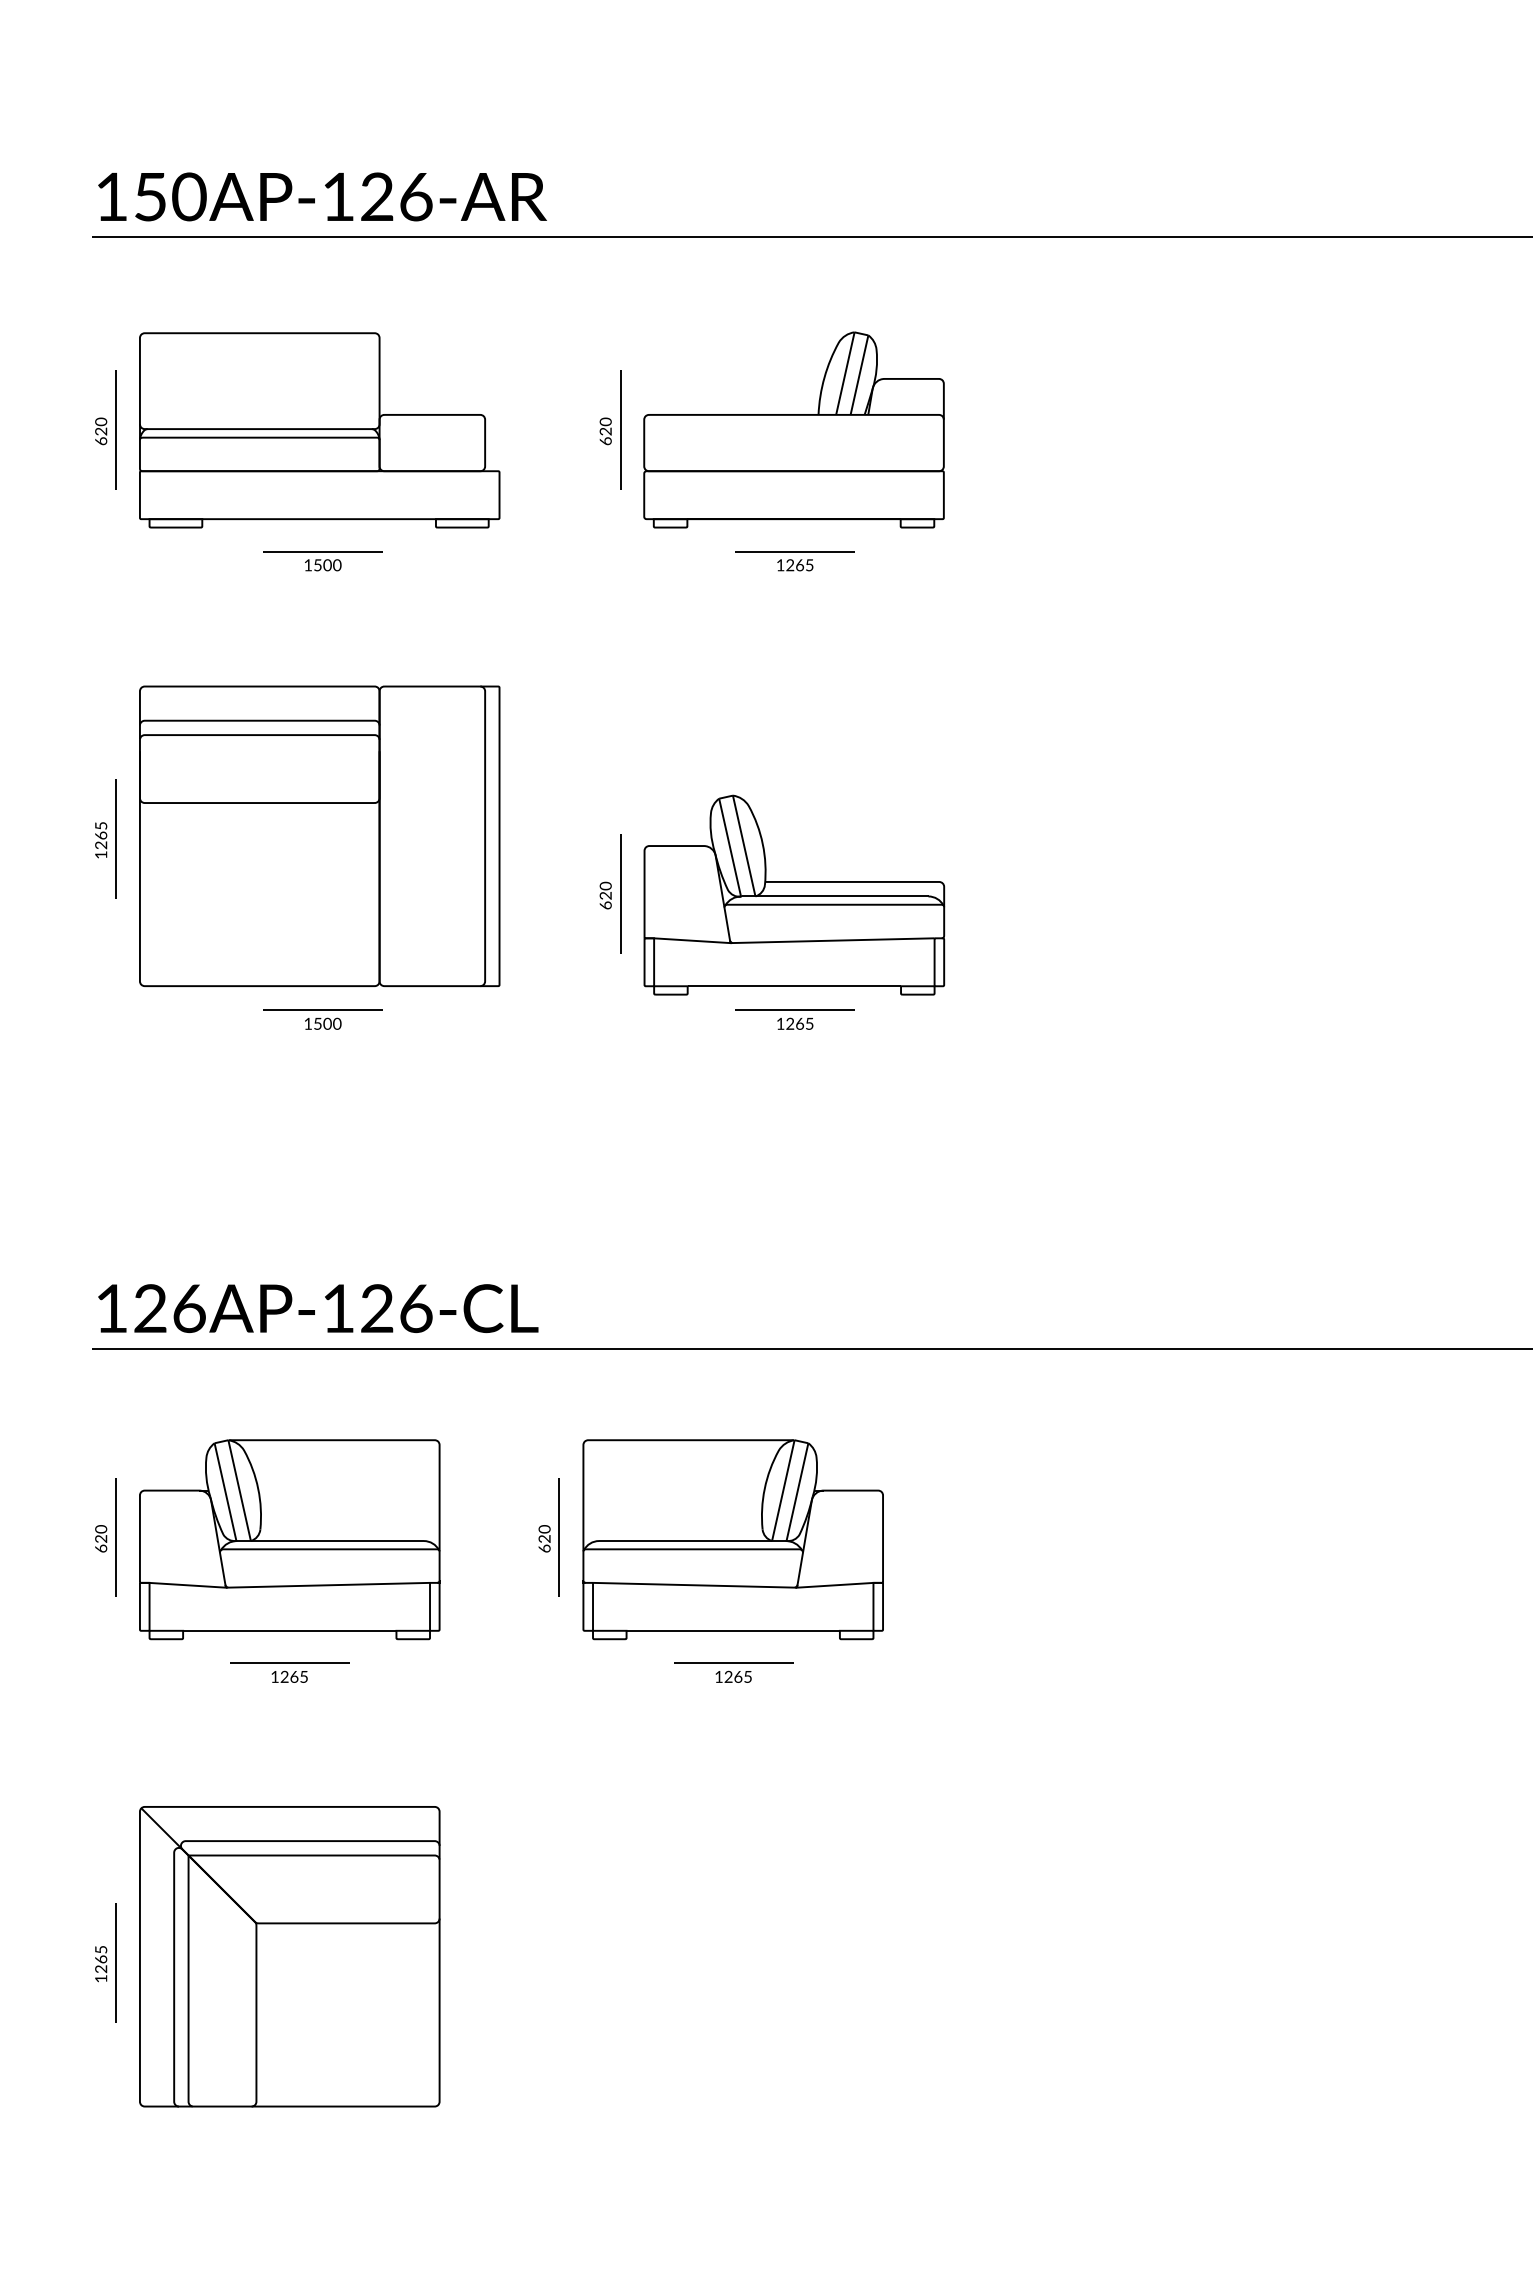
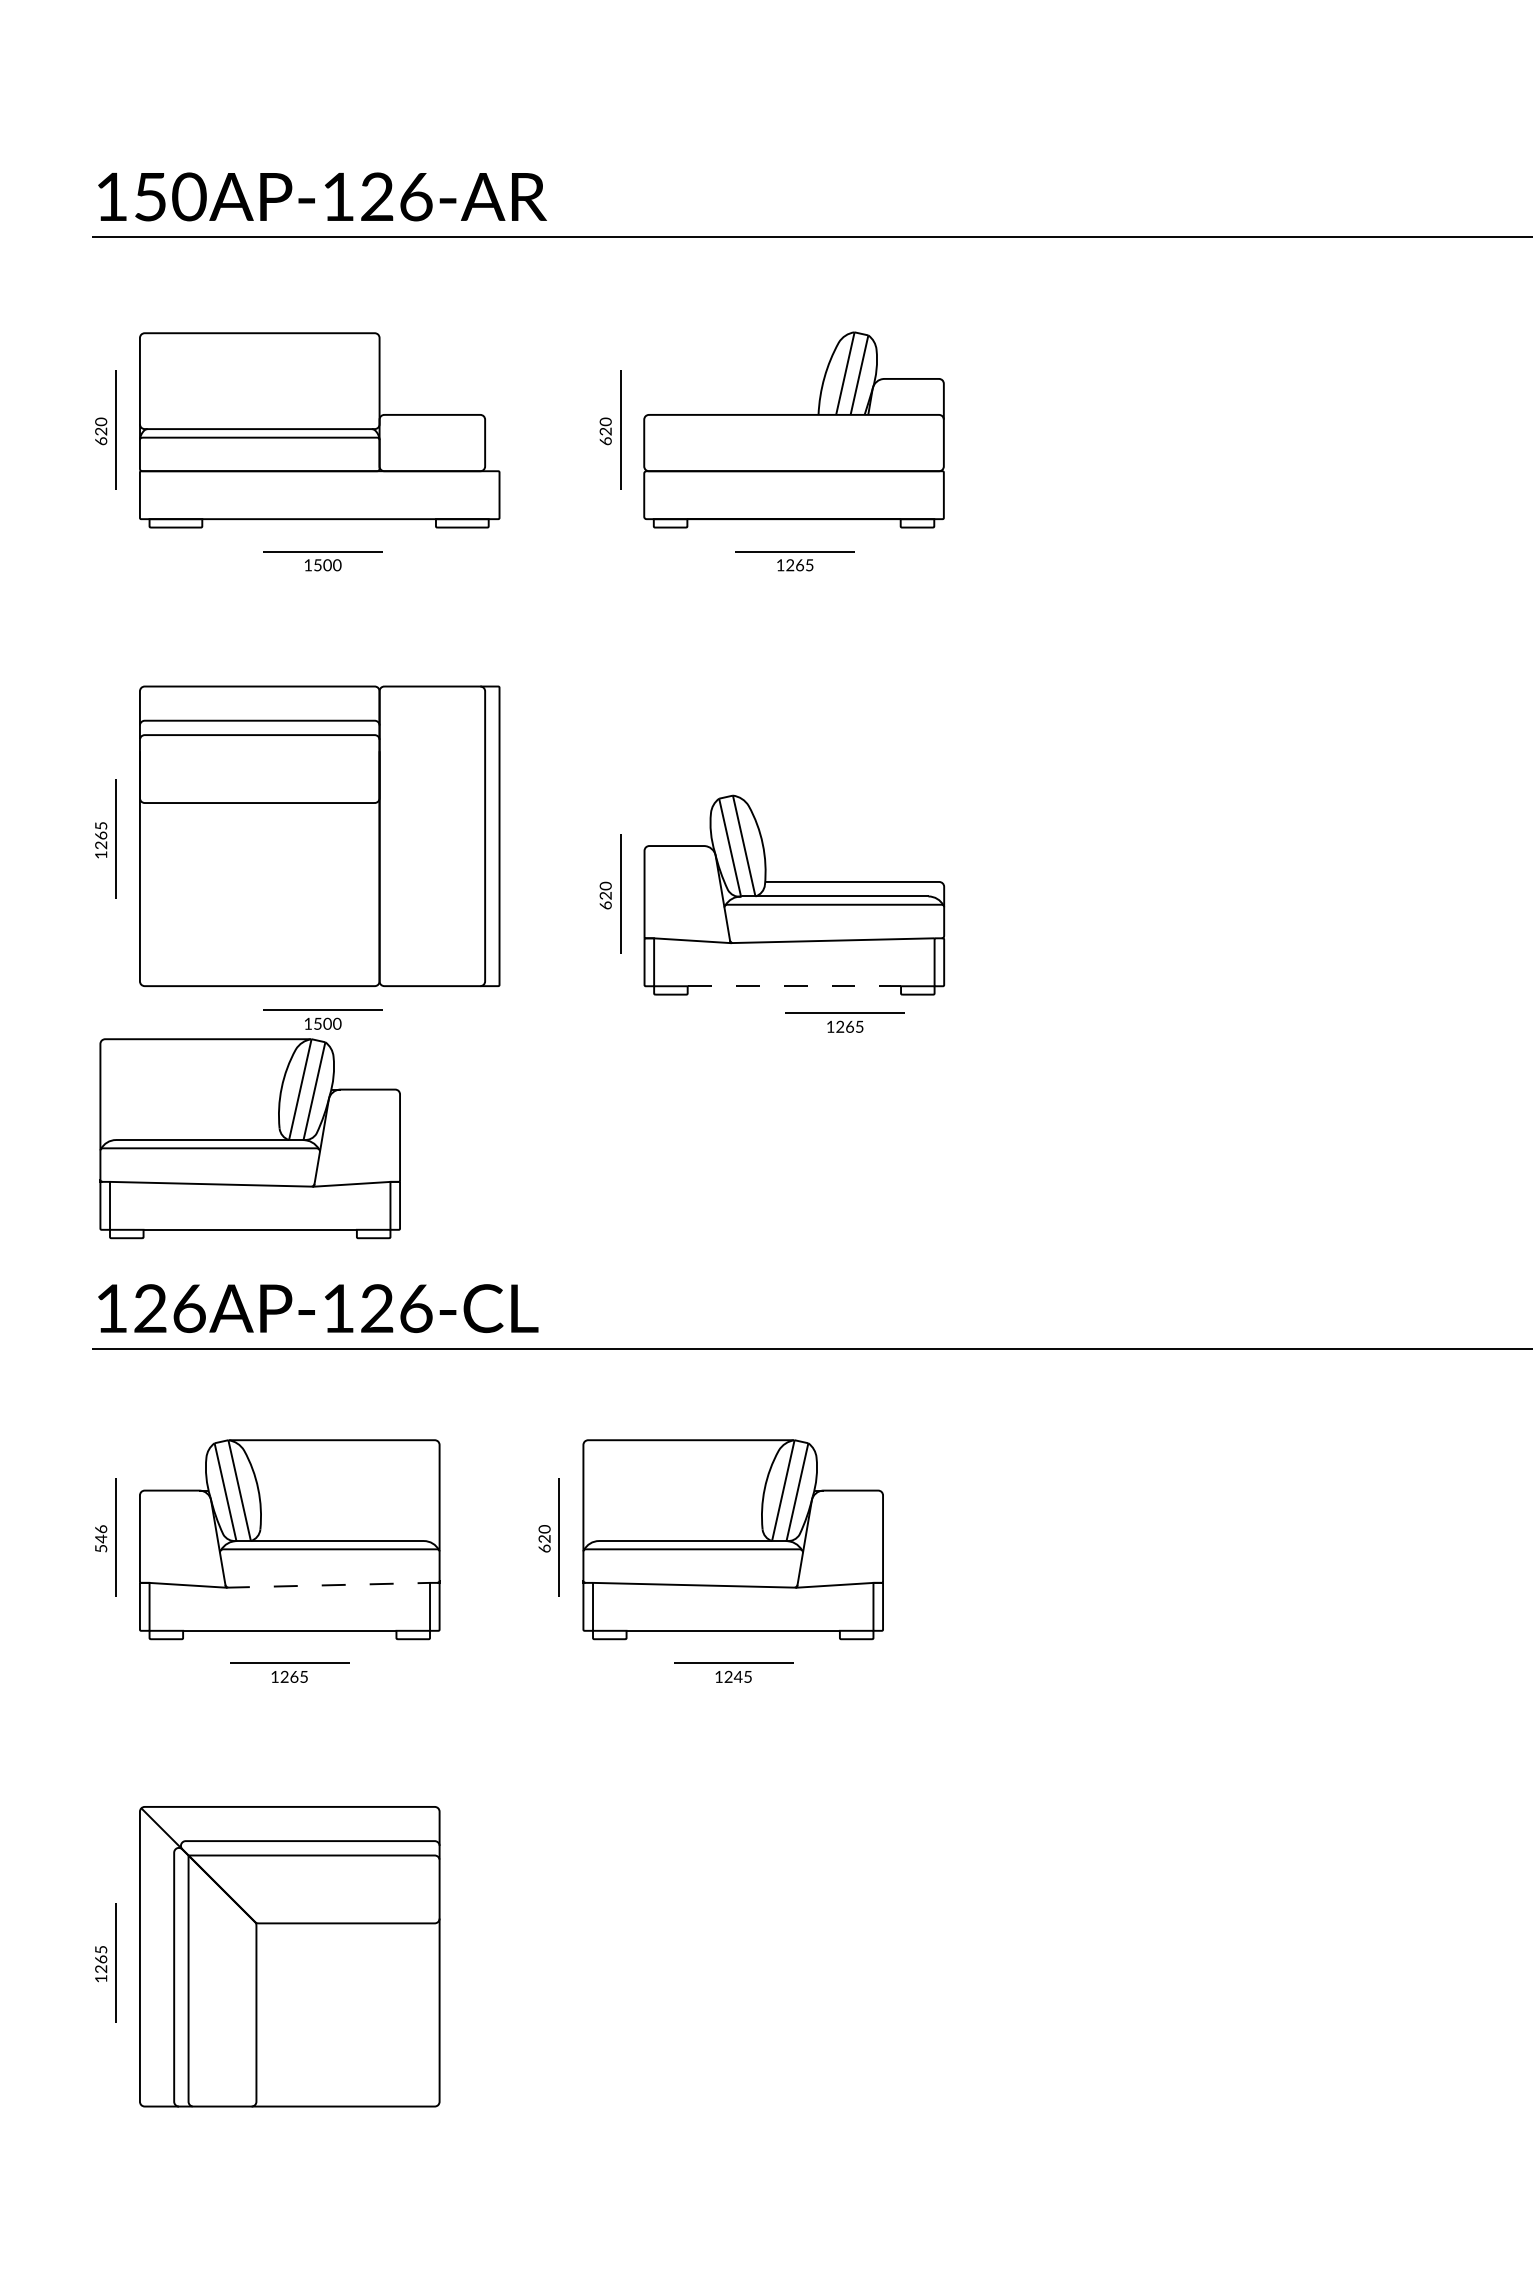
line at (794, 986): solid -> dashed
part at (794, 1019) position: (794, 1019) -> (844, 1022)
part at (249, 1138): none -> present
text at (101, 1538): 620 -> 546
line at (328, 1585): solid -> dashed
text at (737, 1676): 1265 -> 1245
